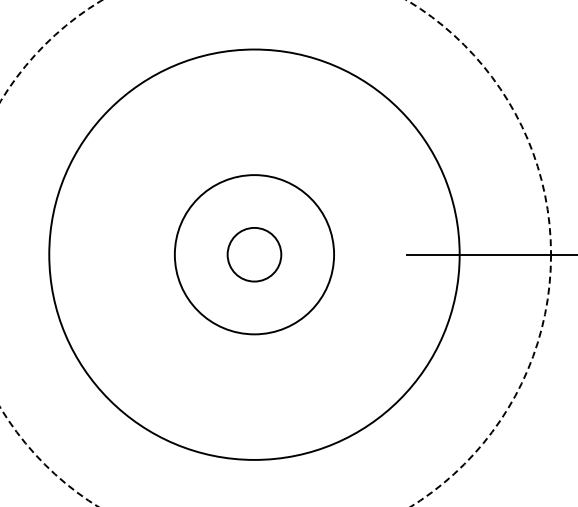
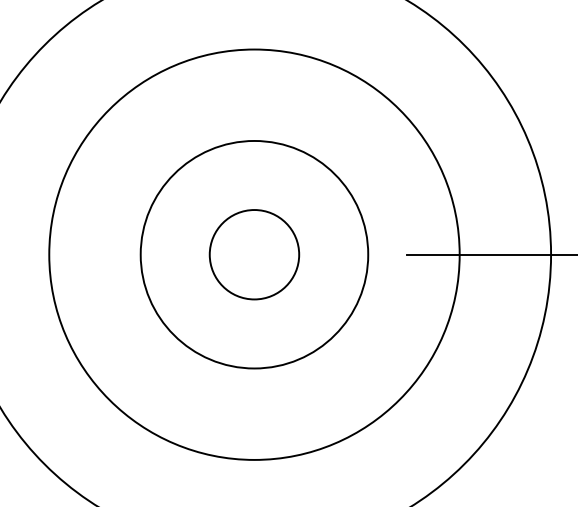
circle at (275, 253): dashed -> solid
circle at (254, 254) diameter: 159 px -> 228 px
circle at (254, 254) diameter: 54 px -> 89 px
